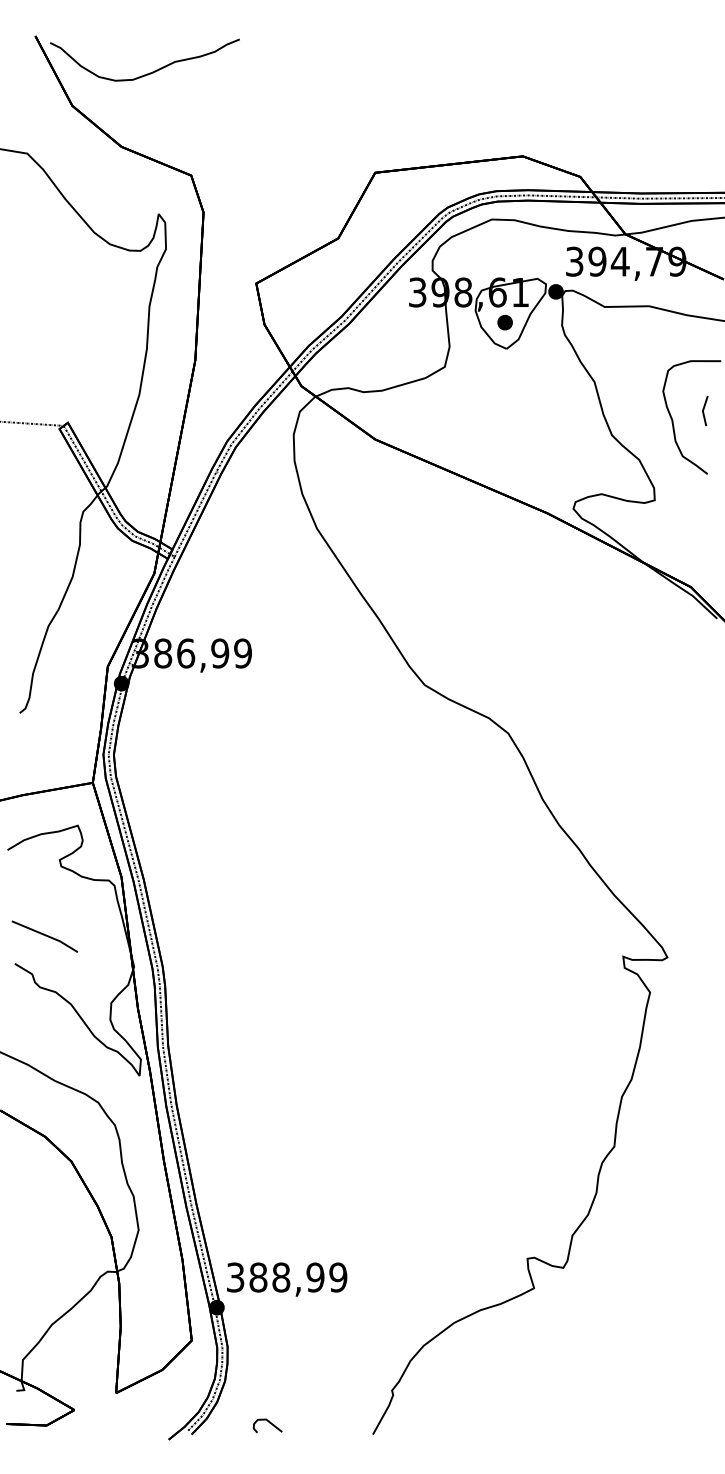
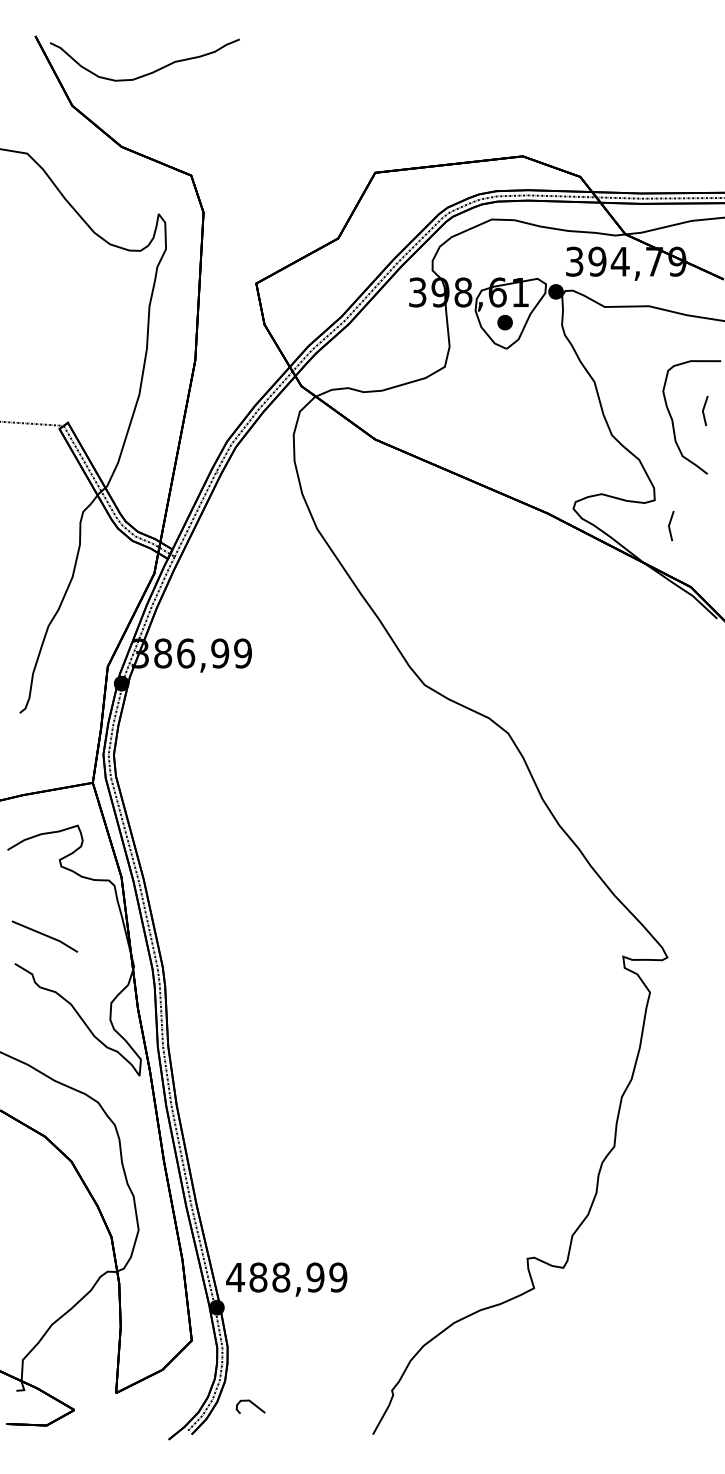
line at (670, 525): none -> present
text at (235, 1277): 388,99 -> 488,99
curve at (269, 1423) position: (269, 1423) -> (252, 1404)
